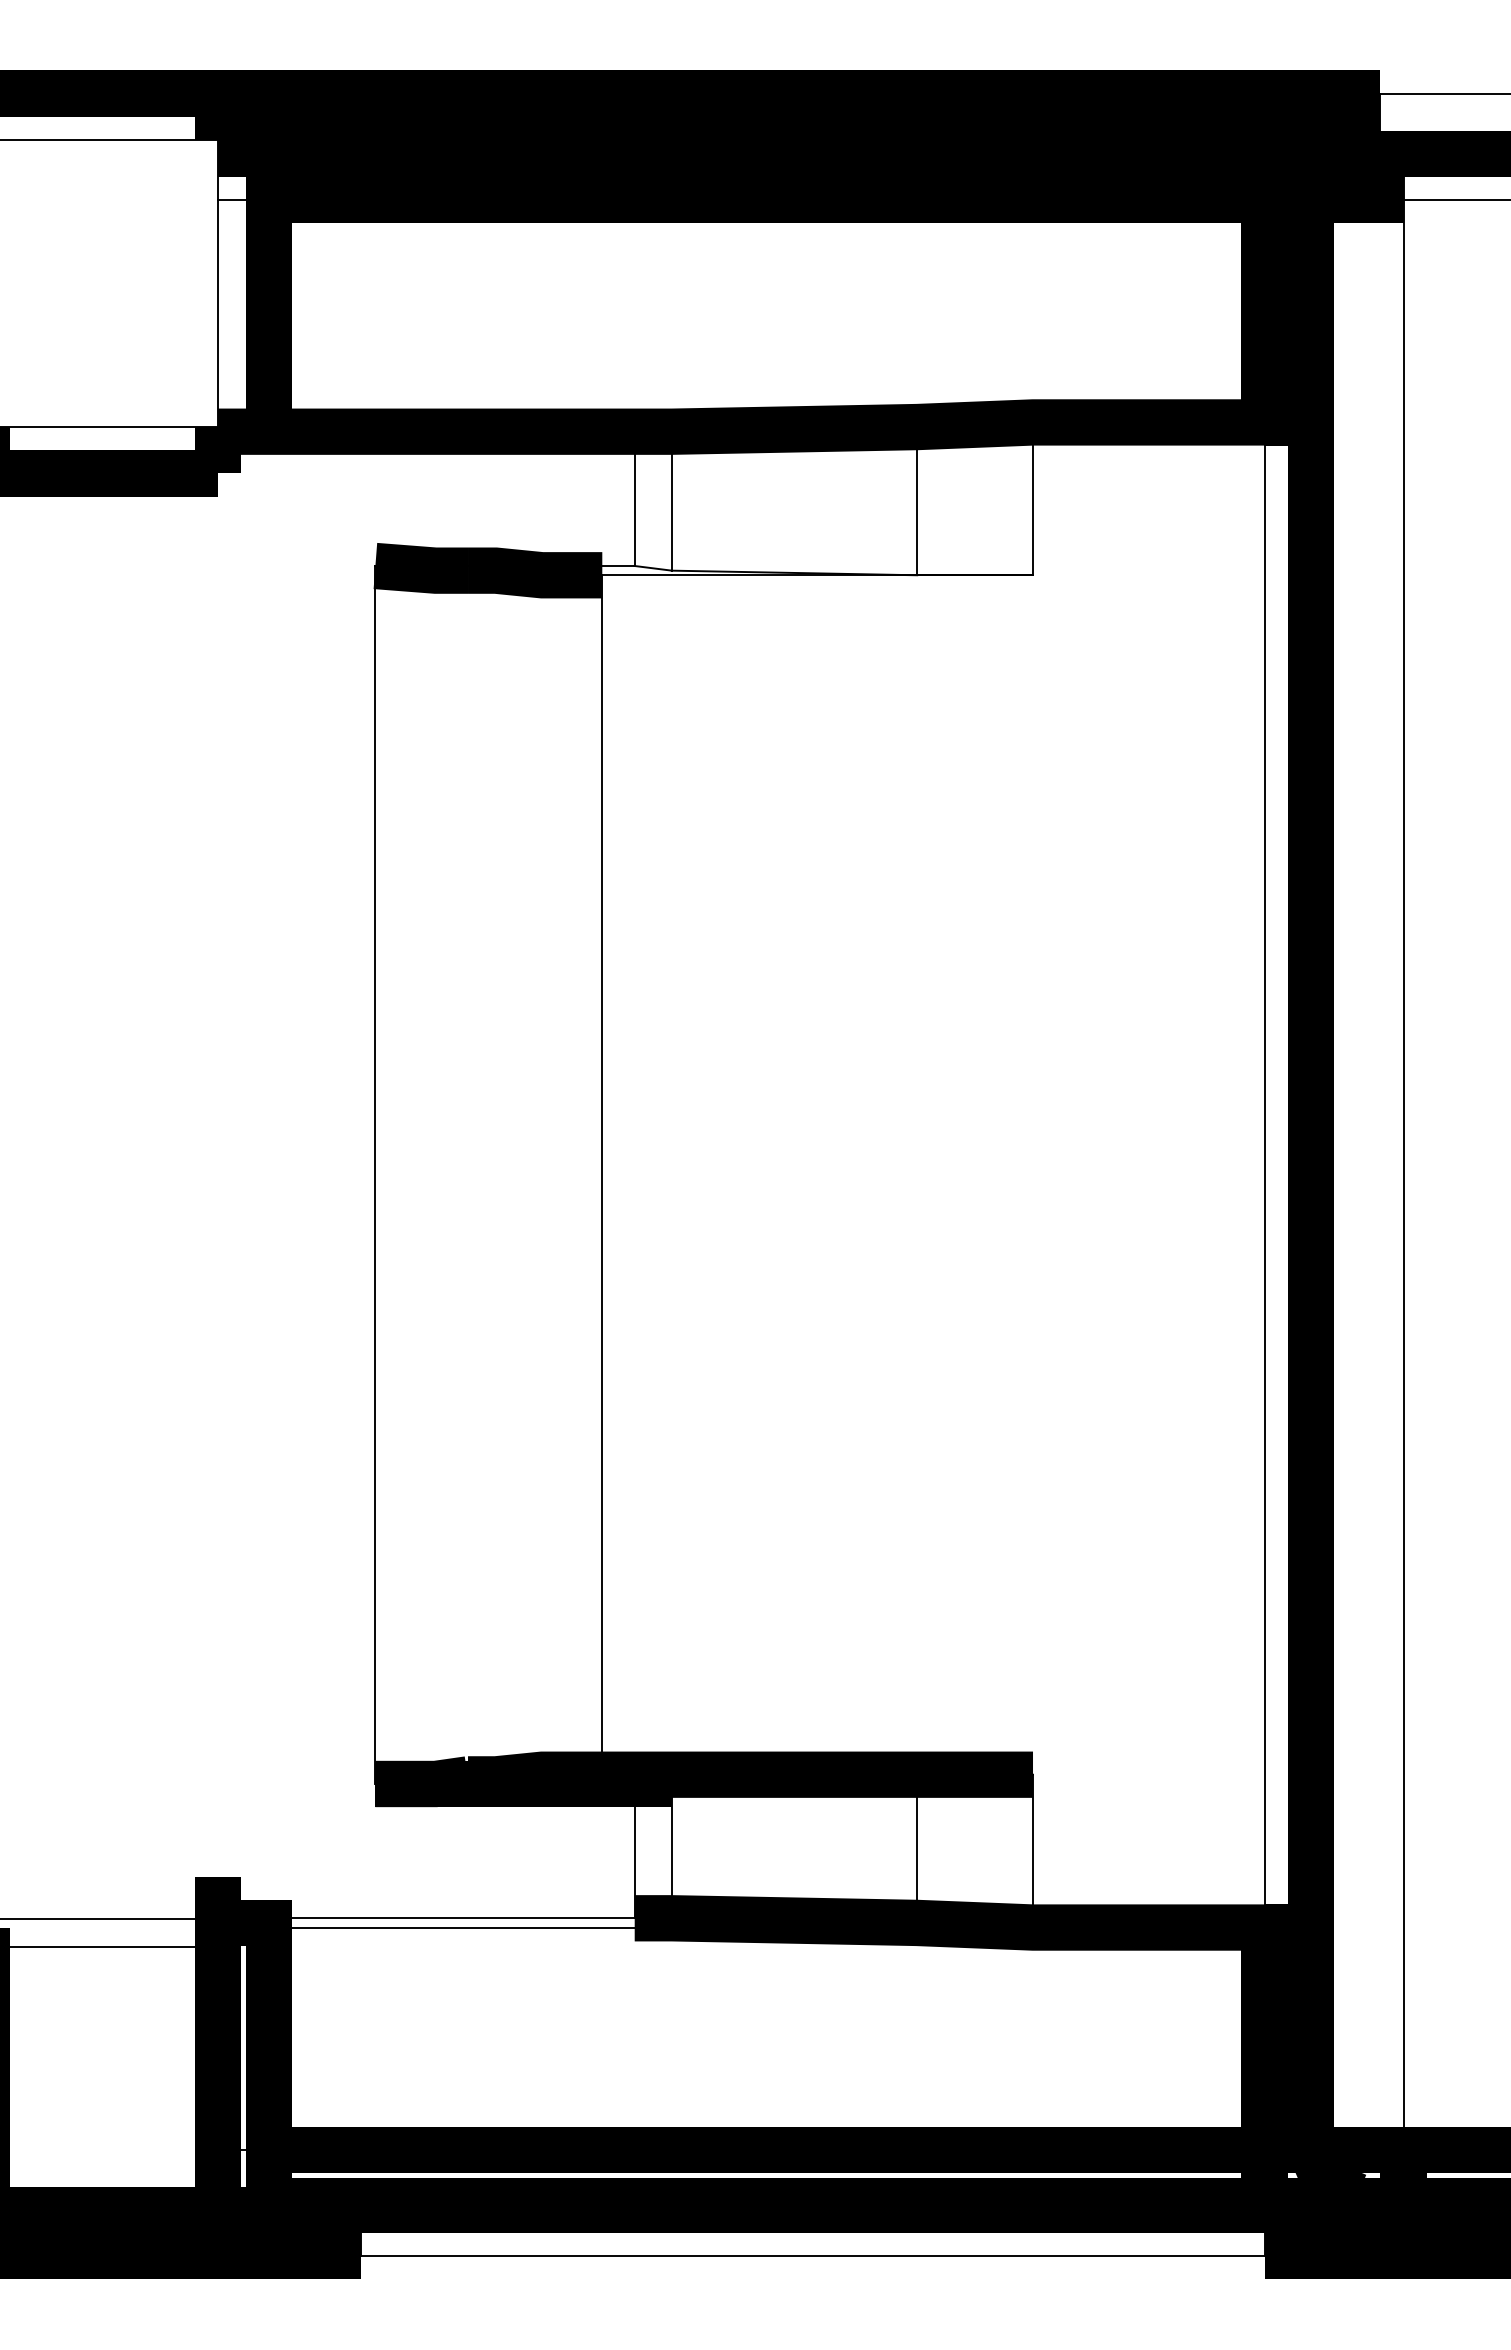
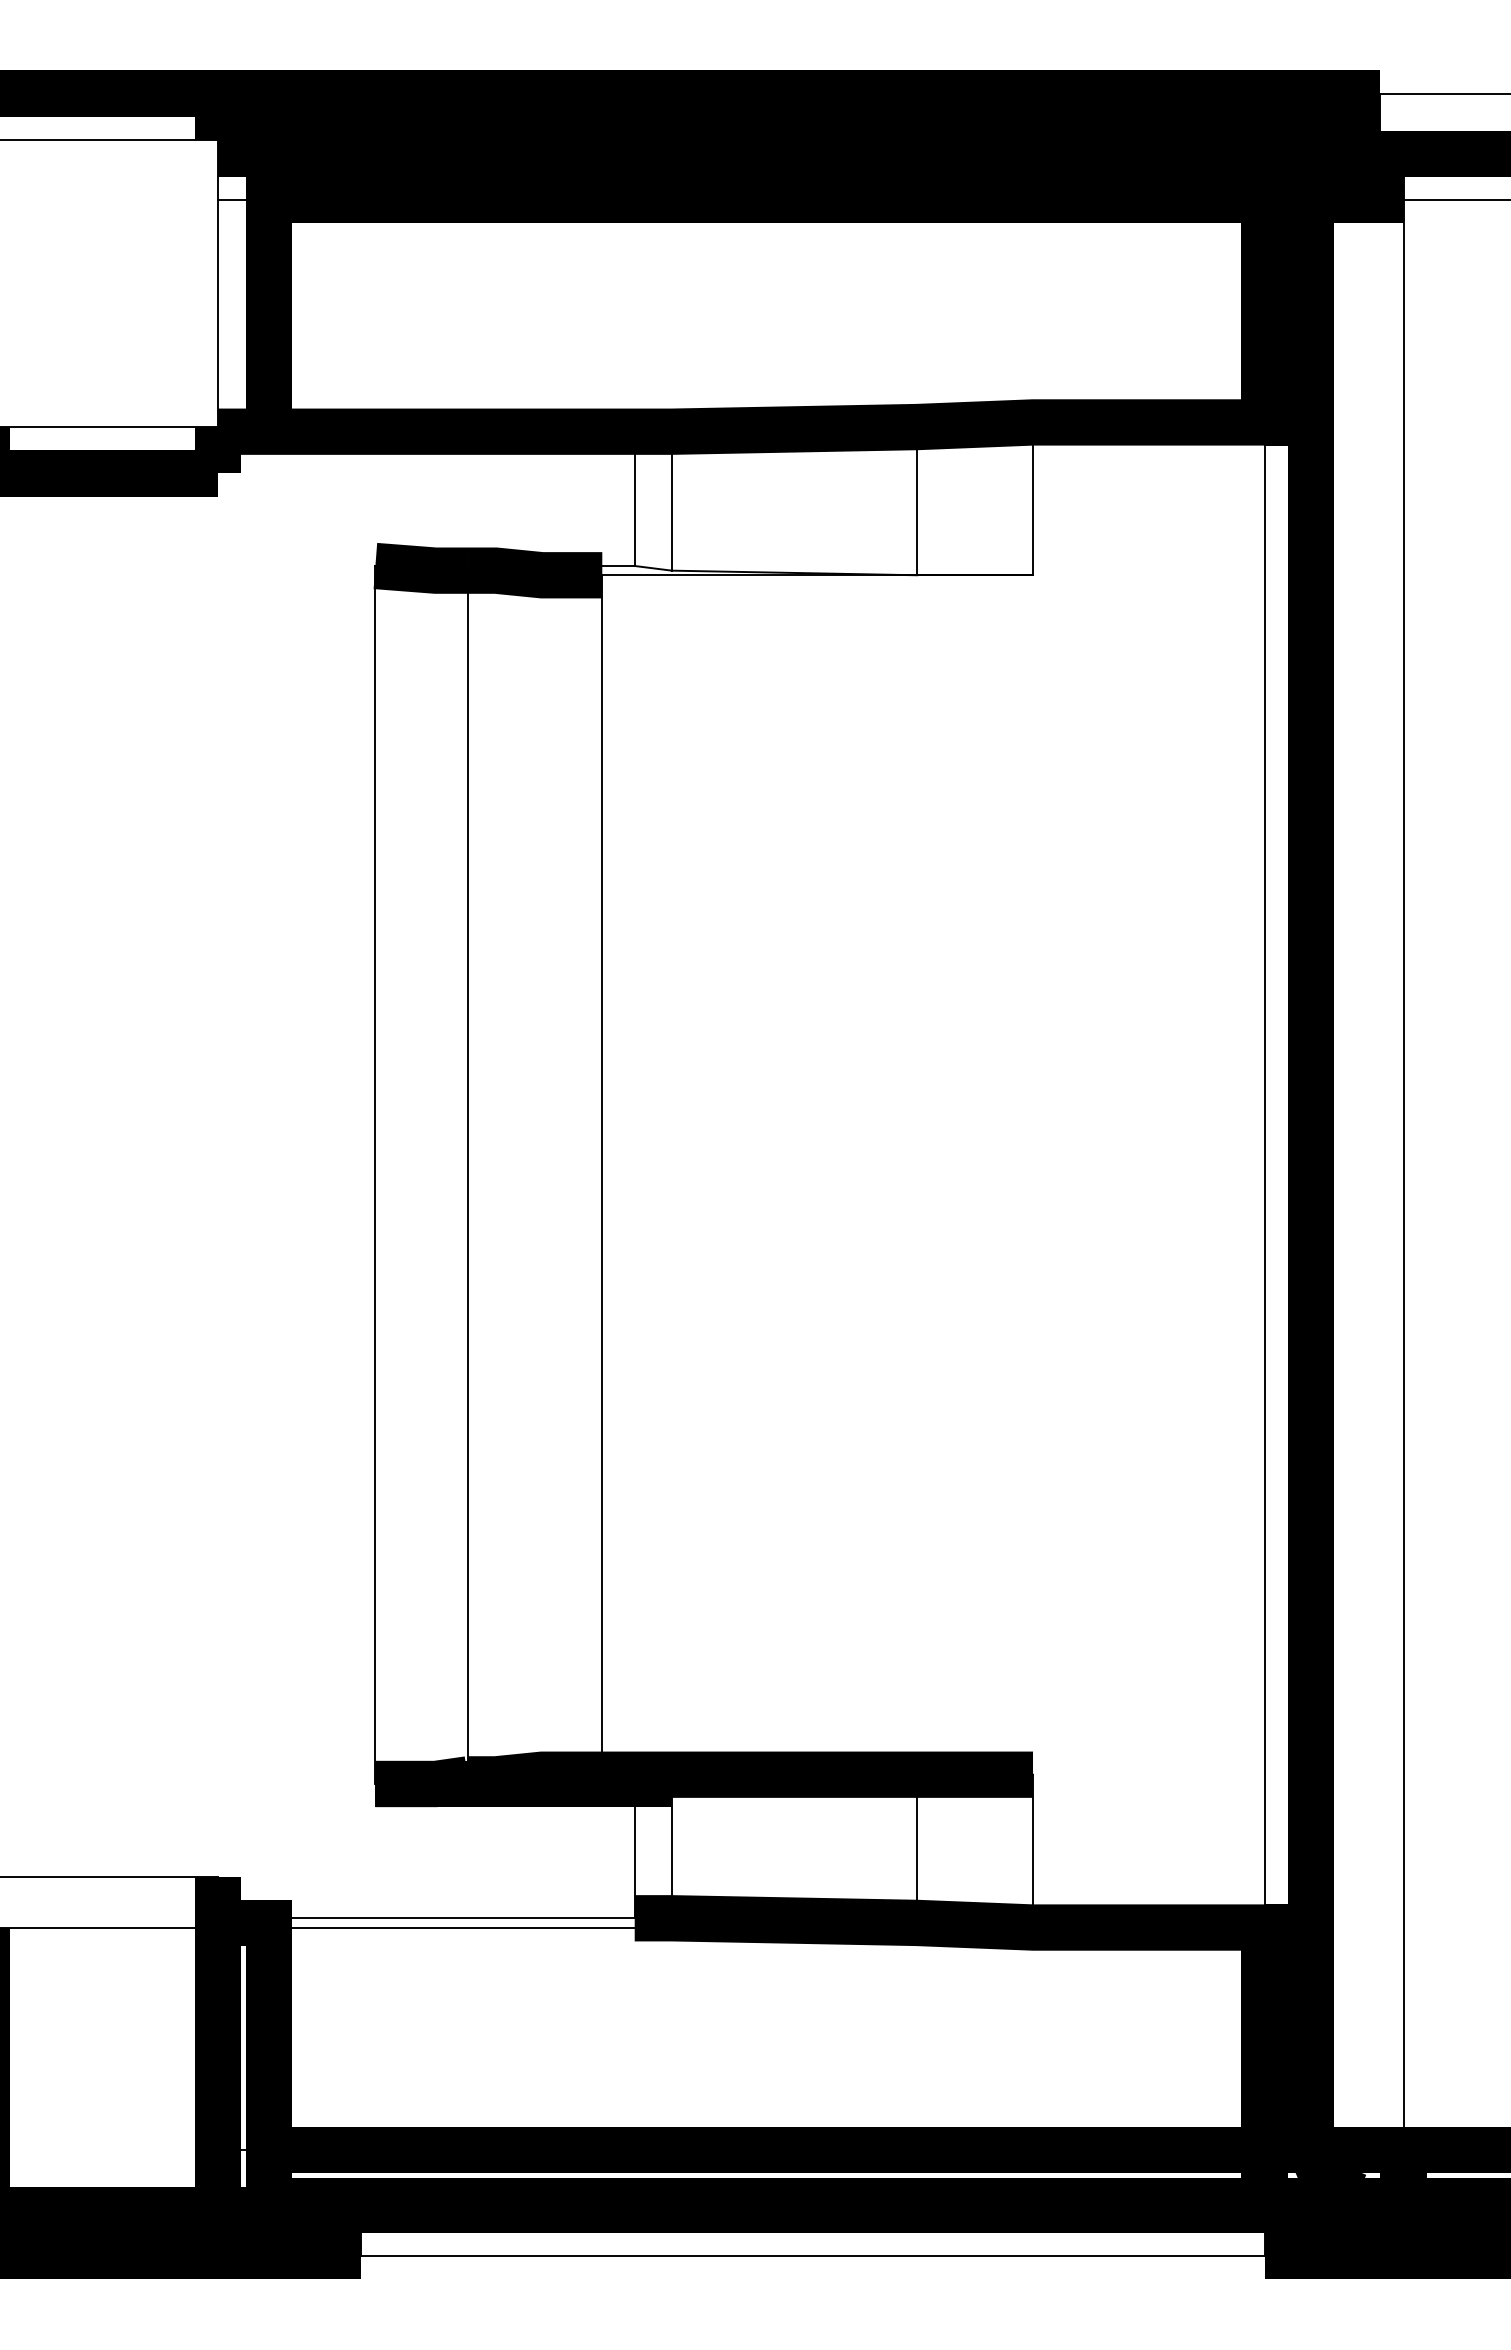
line at (468, 1174): none -> present
line at (109, 1918) position: (109, 1918) -> (109, 1876)
line at (109, 1946) position: (109, 1946) -> (109, 1927)
